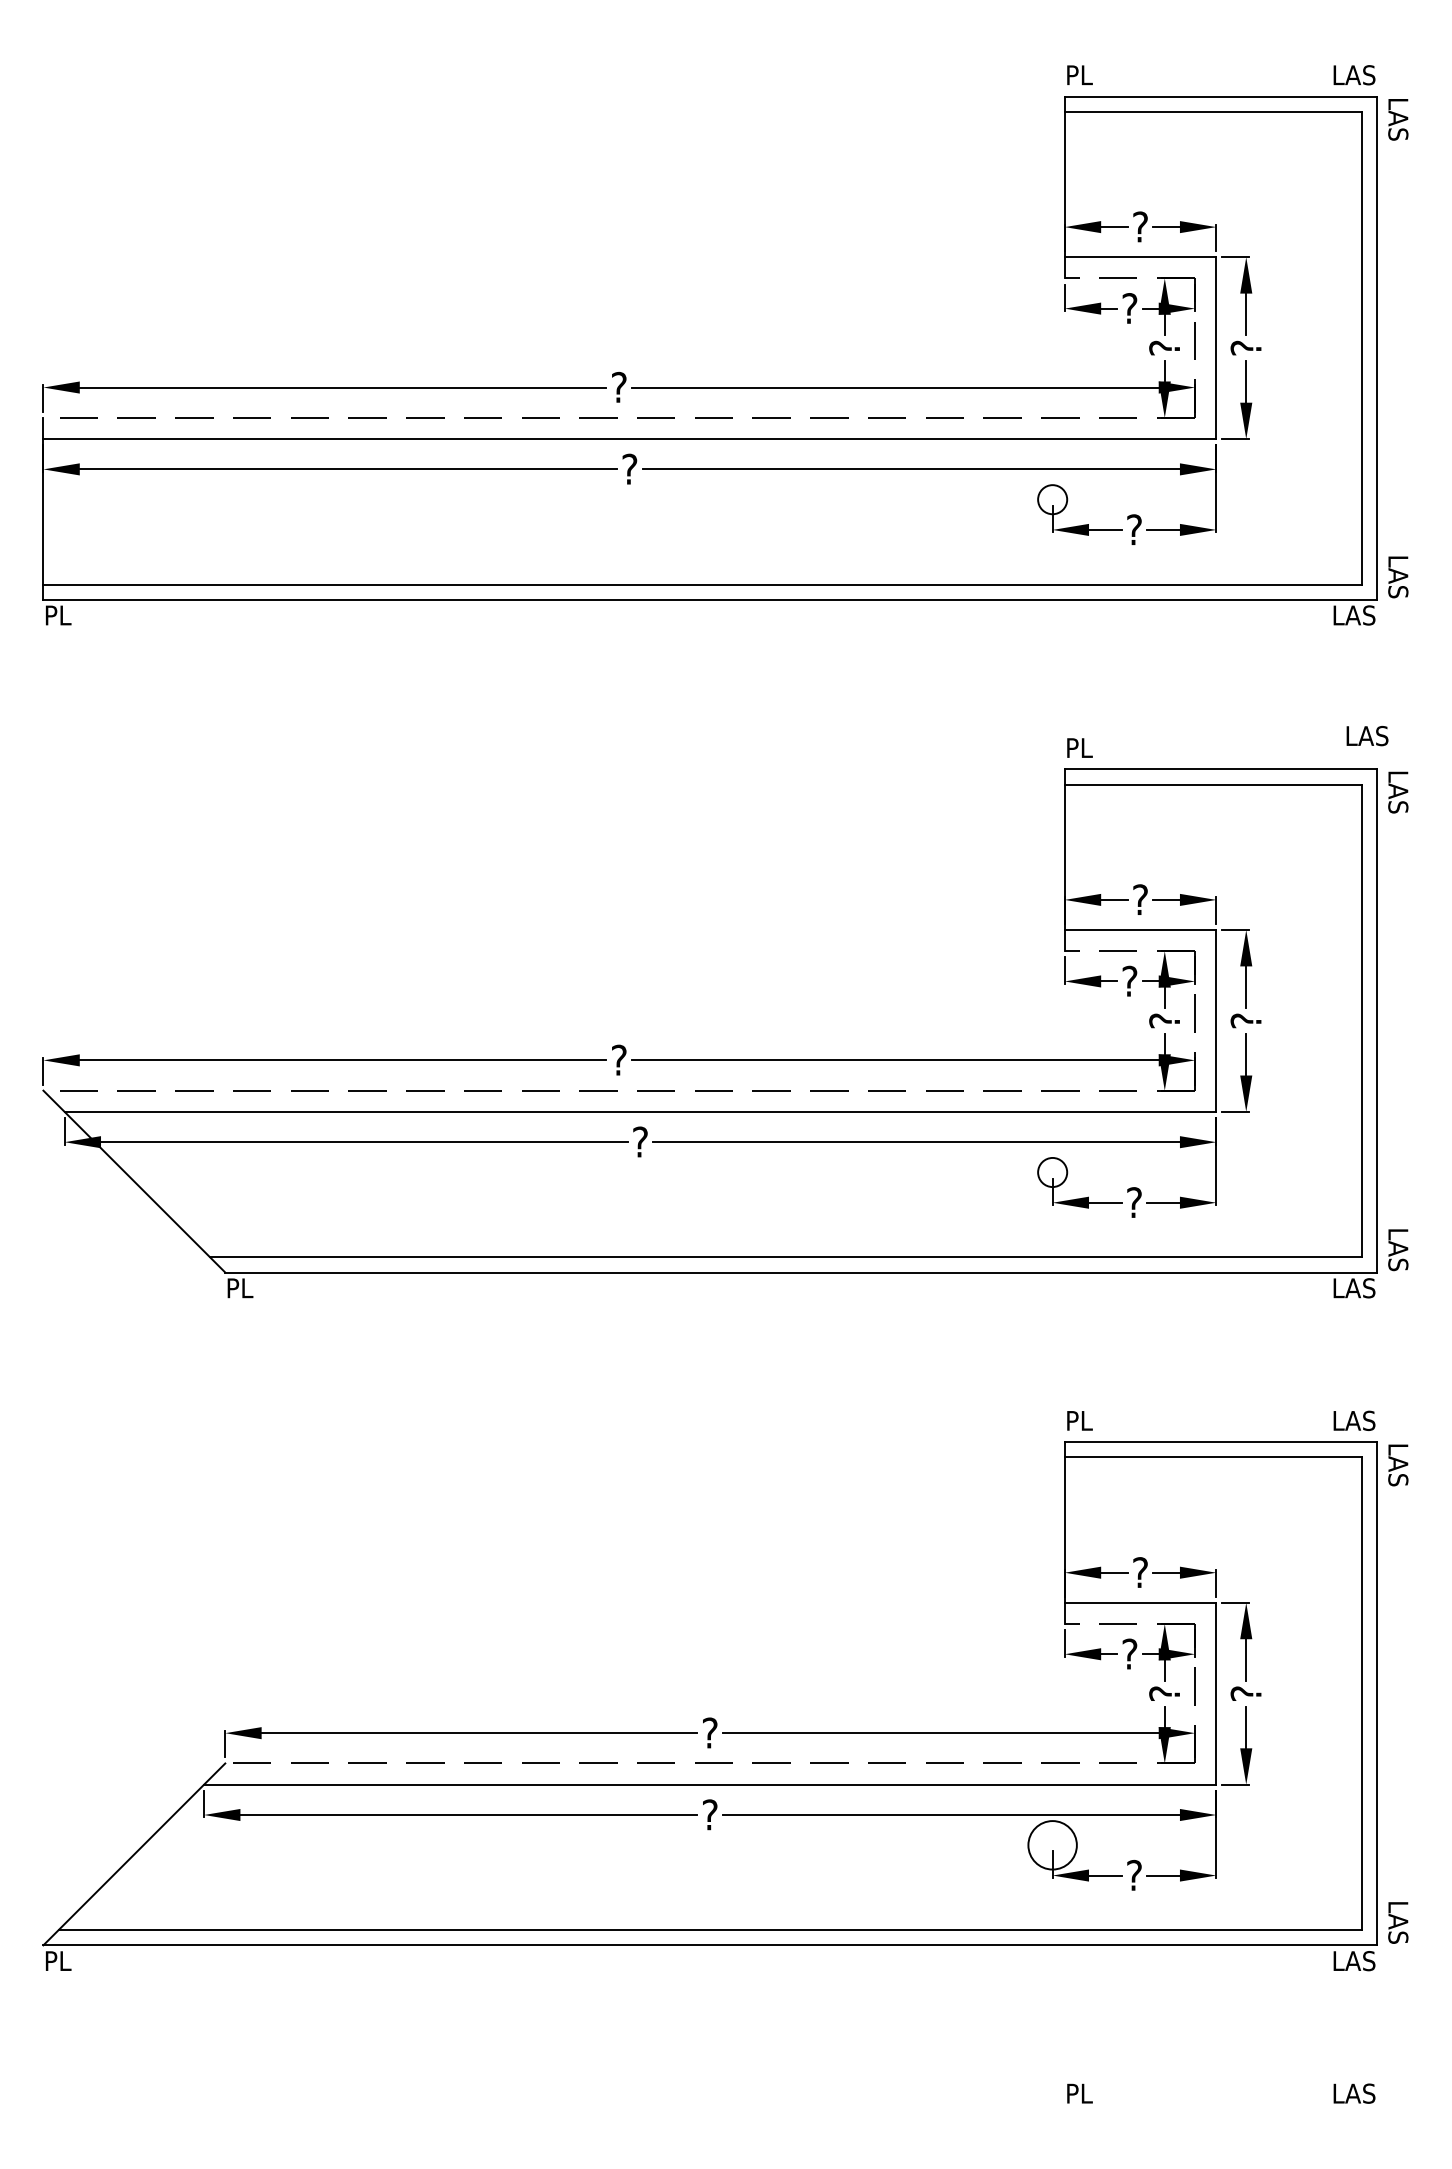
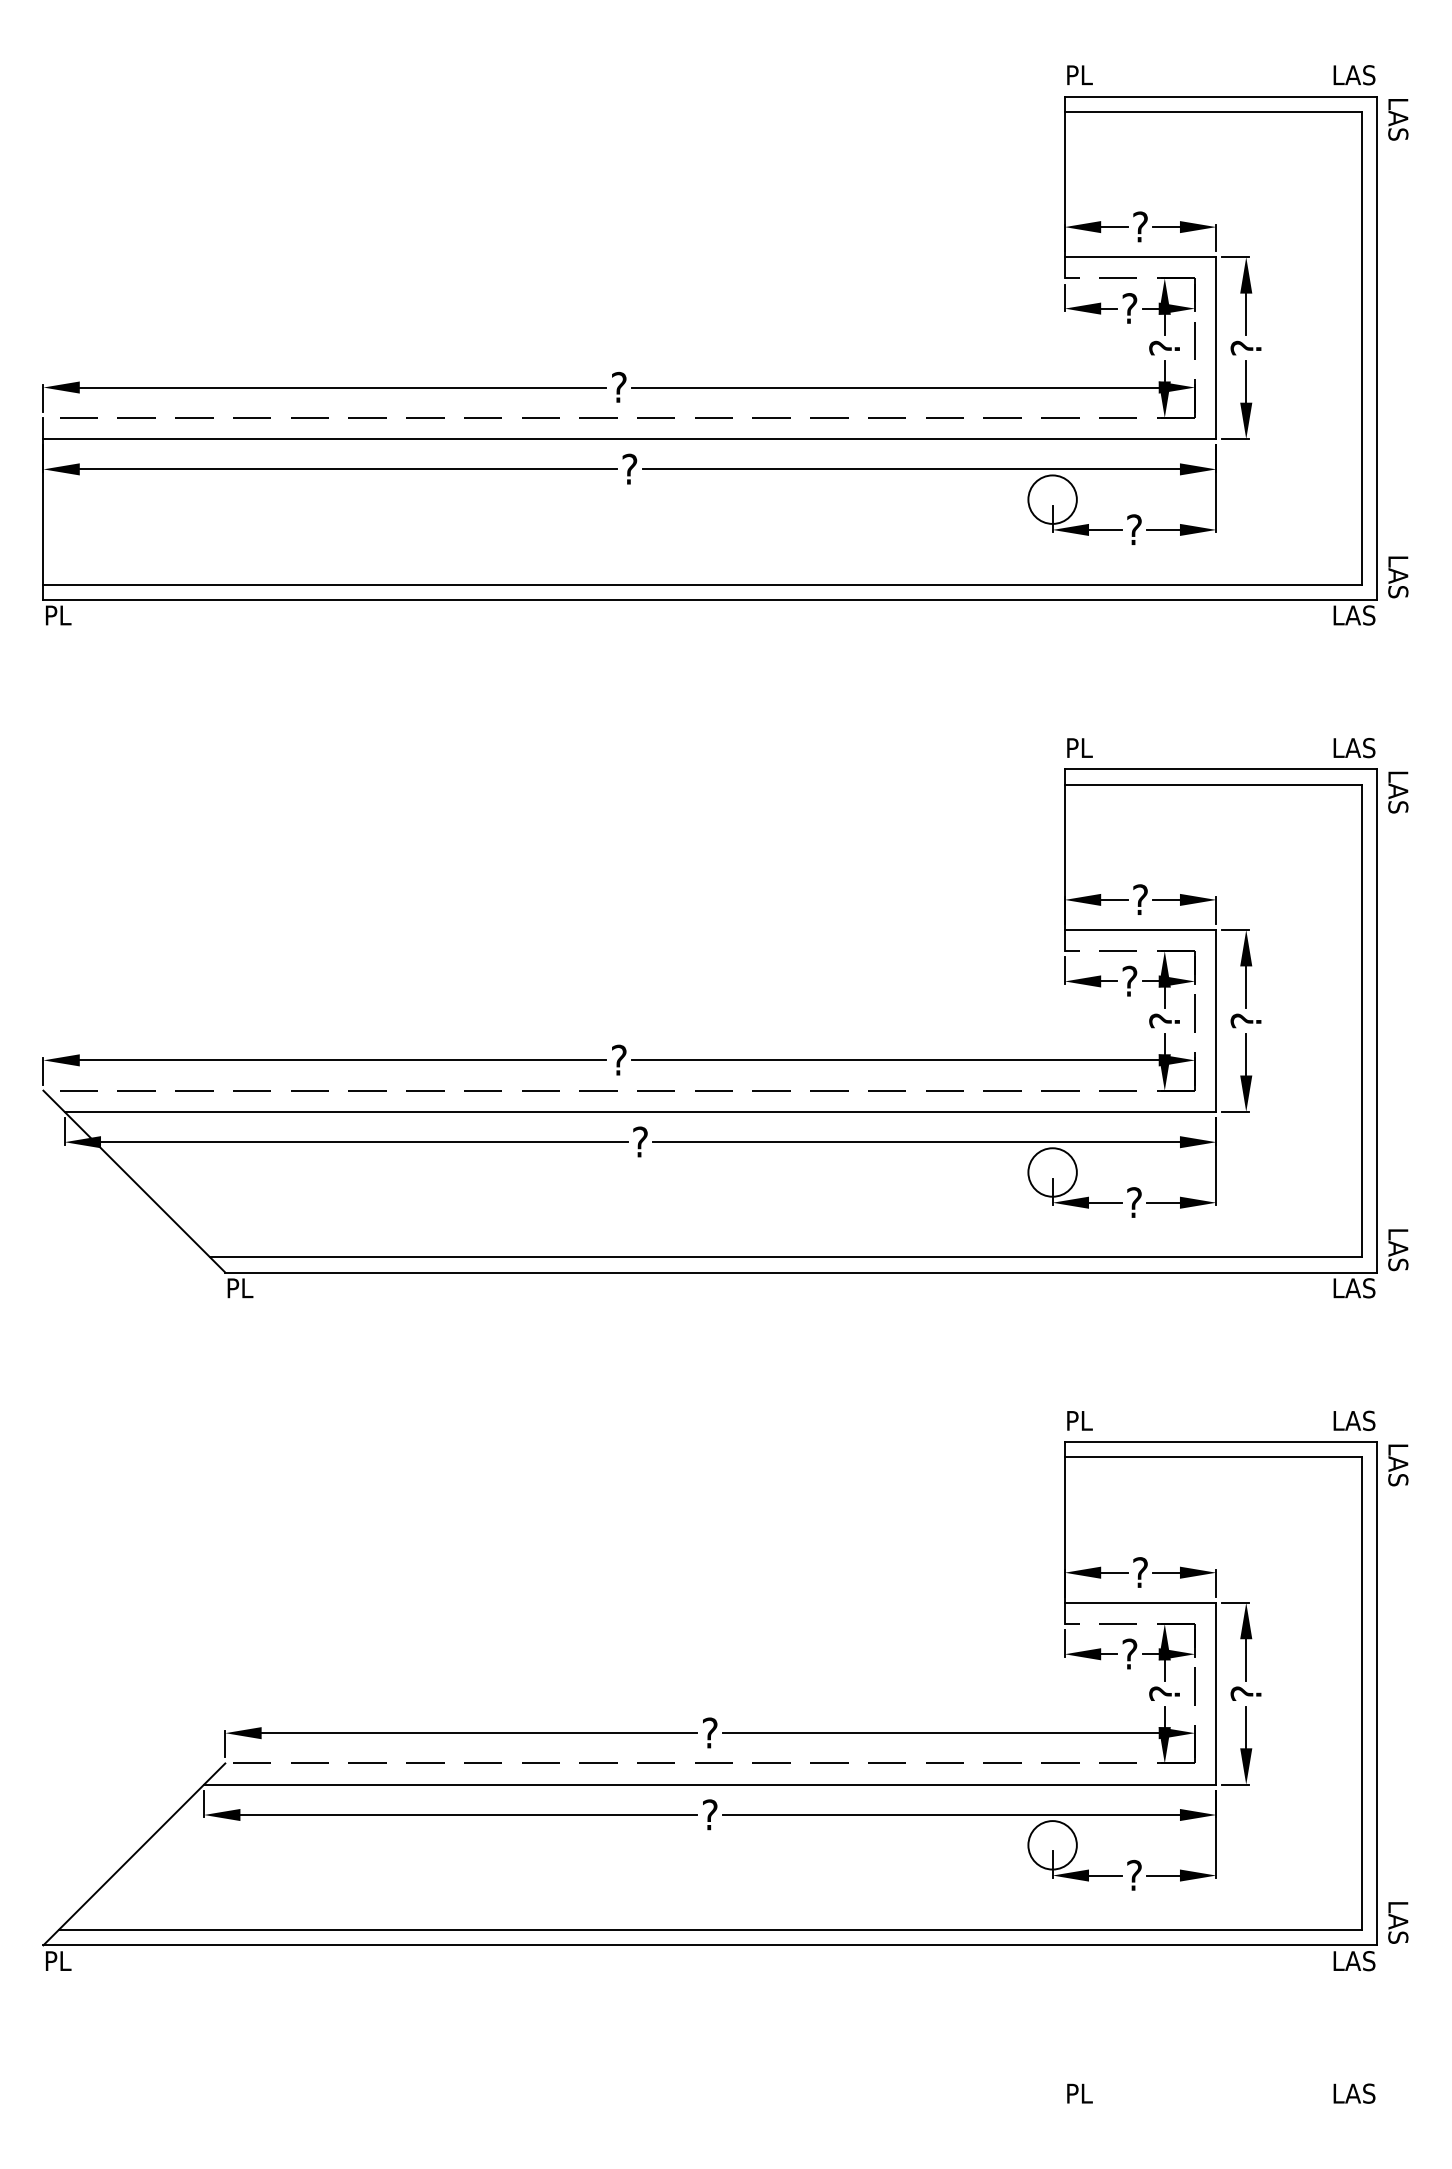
circle at (1052, 499) diameter: 29 px -> 48 px
text at (1367, 736) position: (1367, 736) -> (1354, 748)
circle at (1052, 1172) diameter: 29 px -> 48 px
